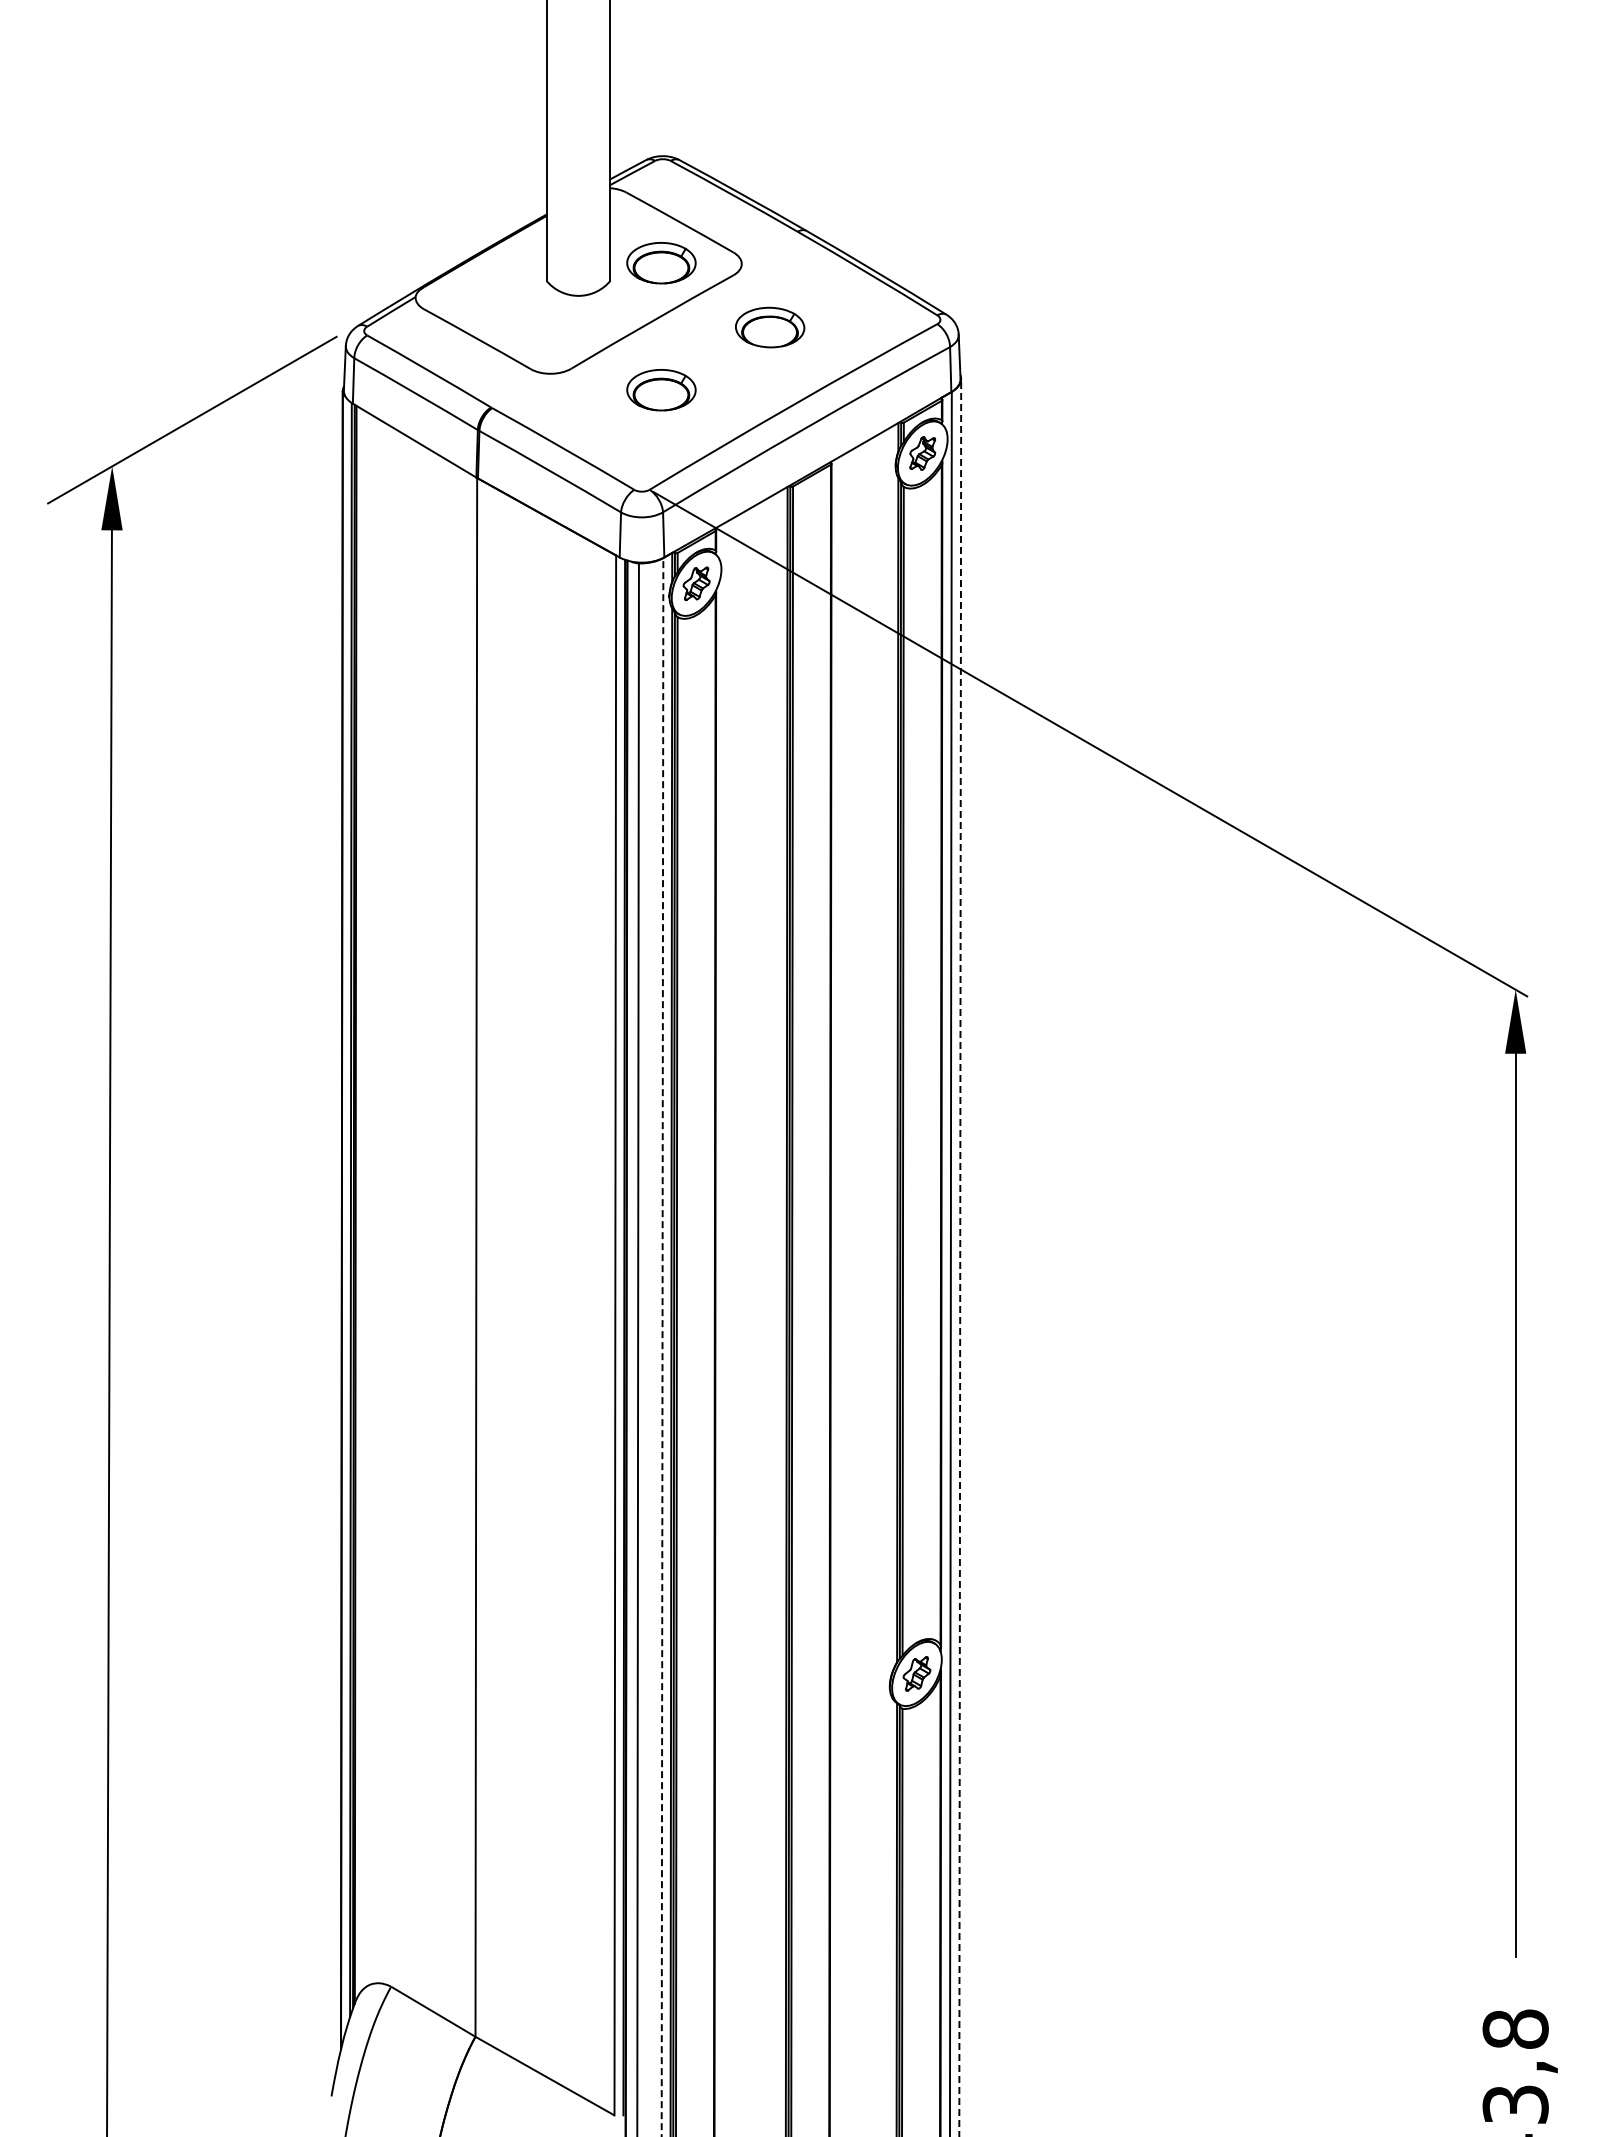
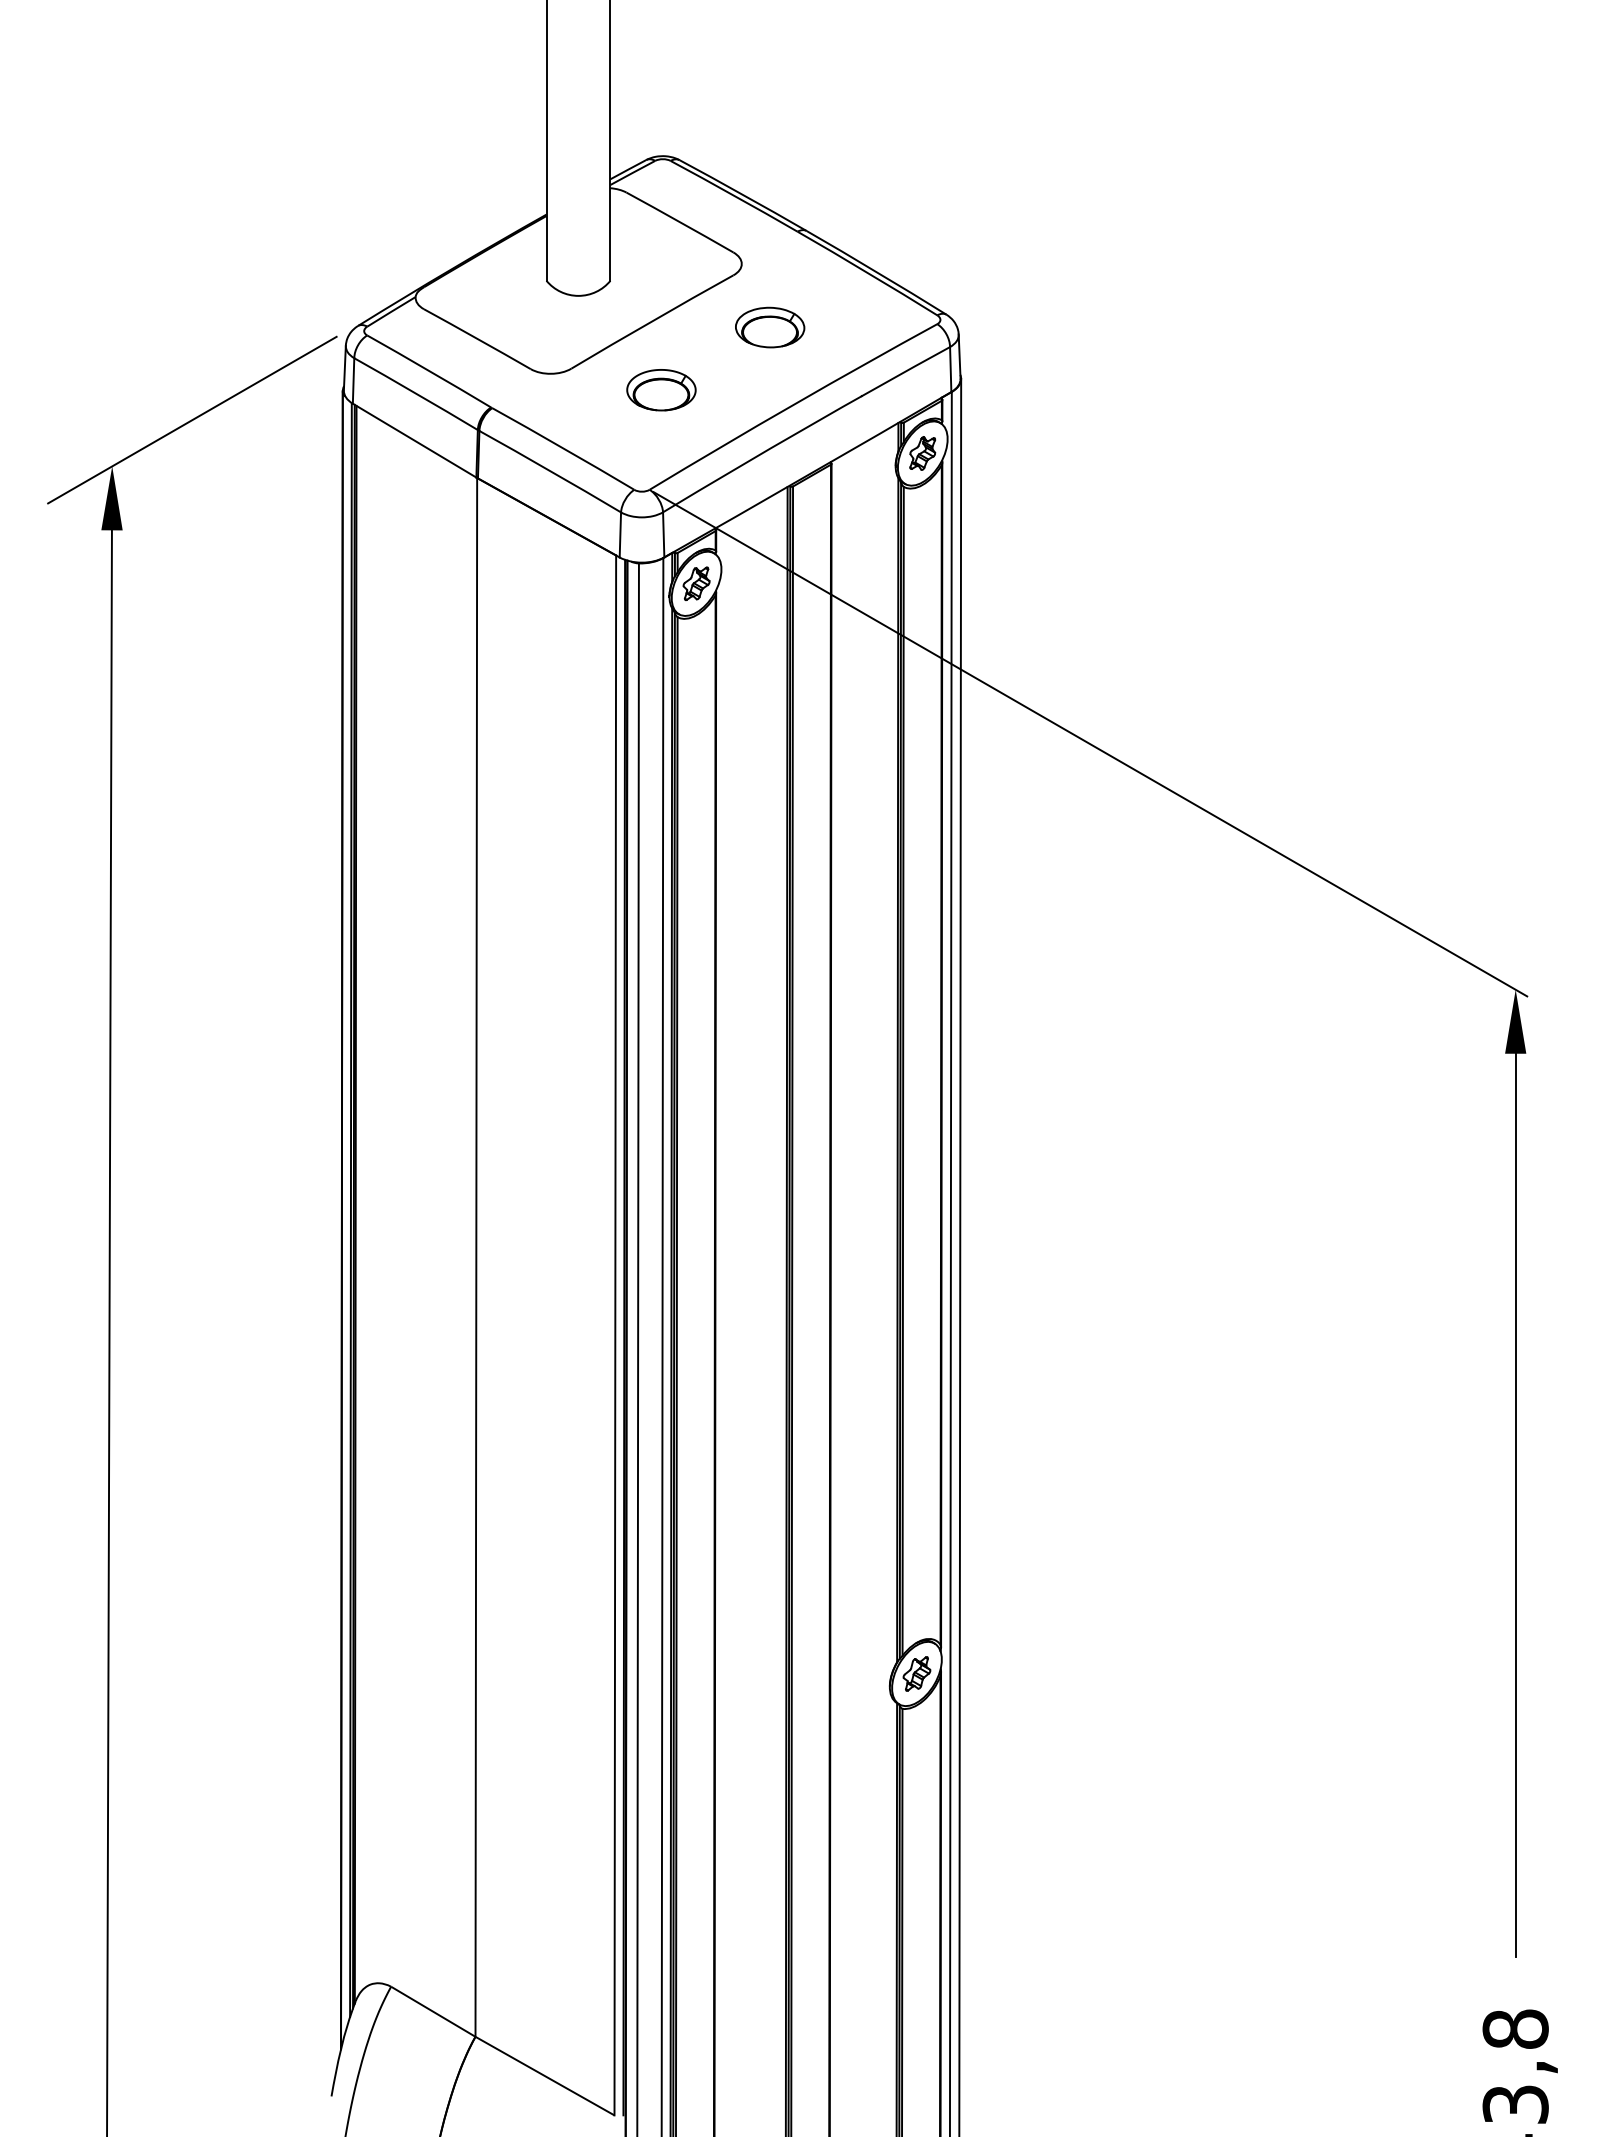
part at (661, 263): present -> none
line at (960, 1257): dashed -> solid
line at (662, 1346): dashed -> solid
